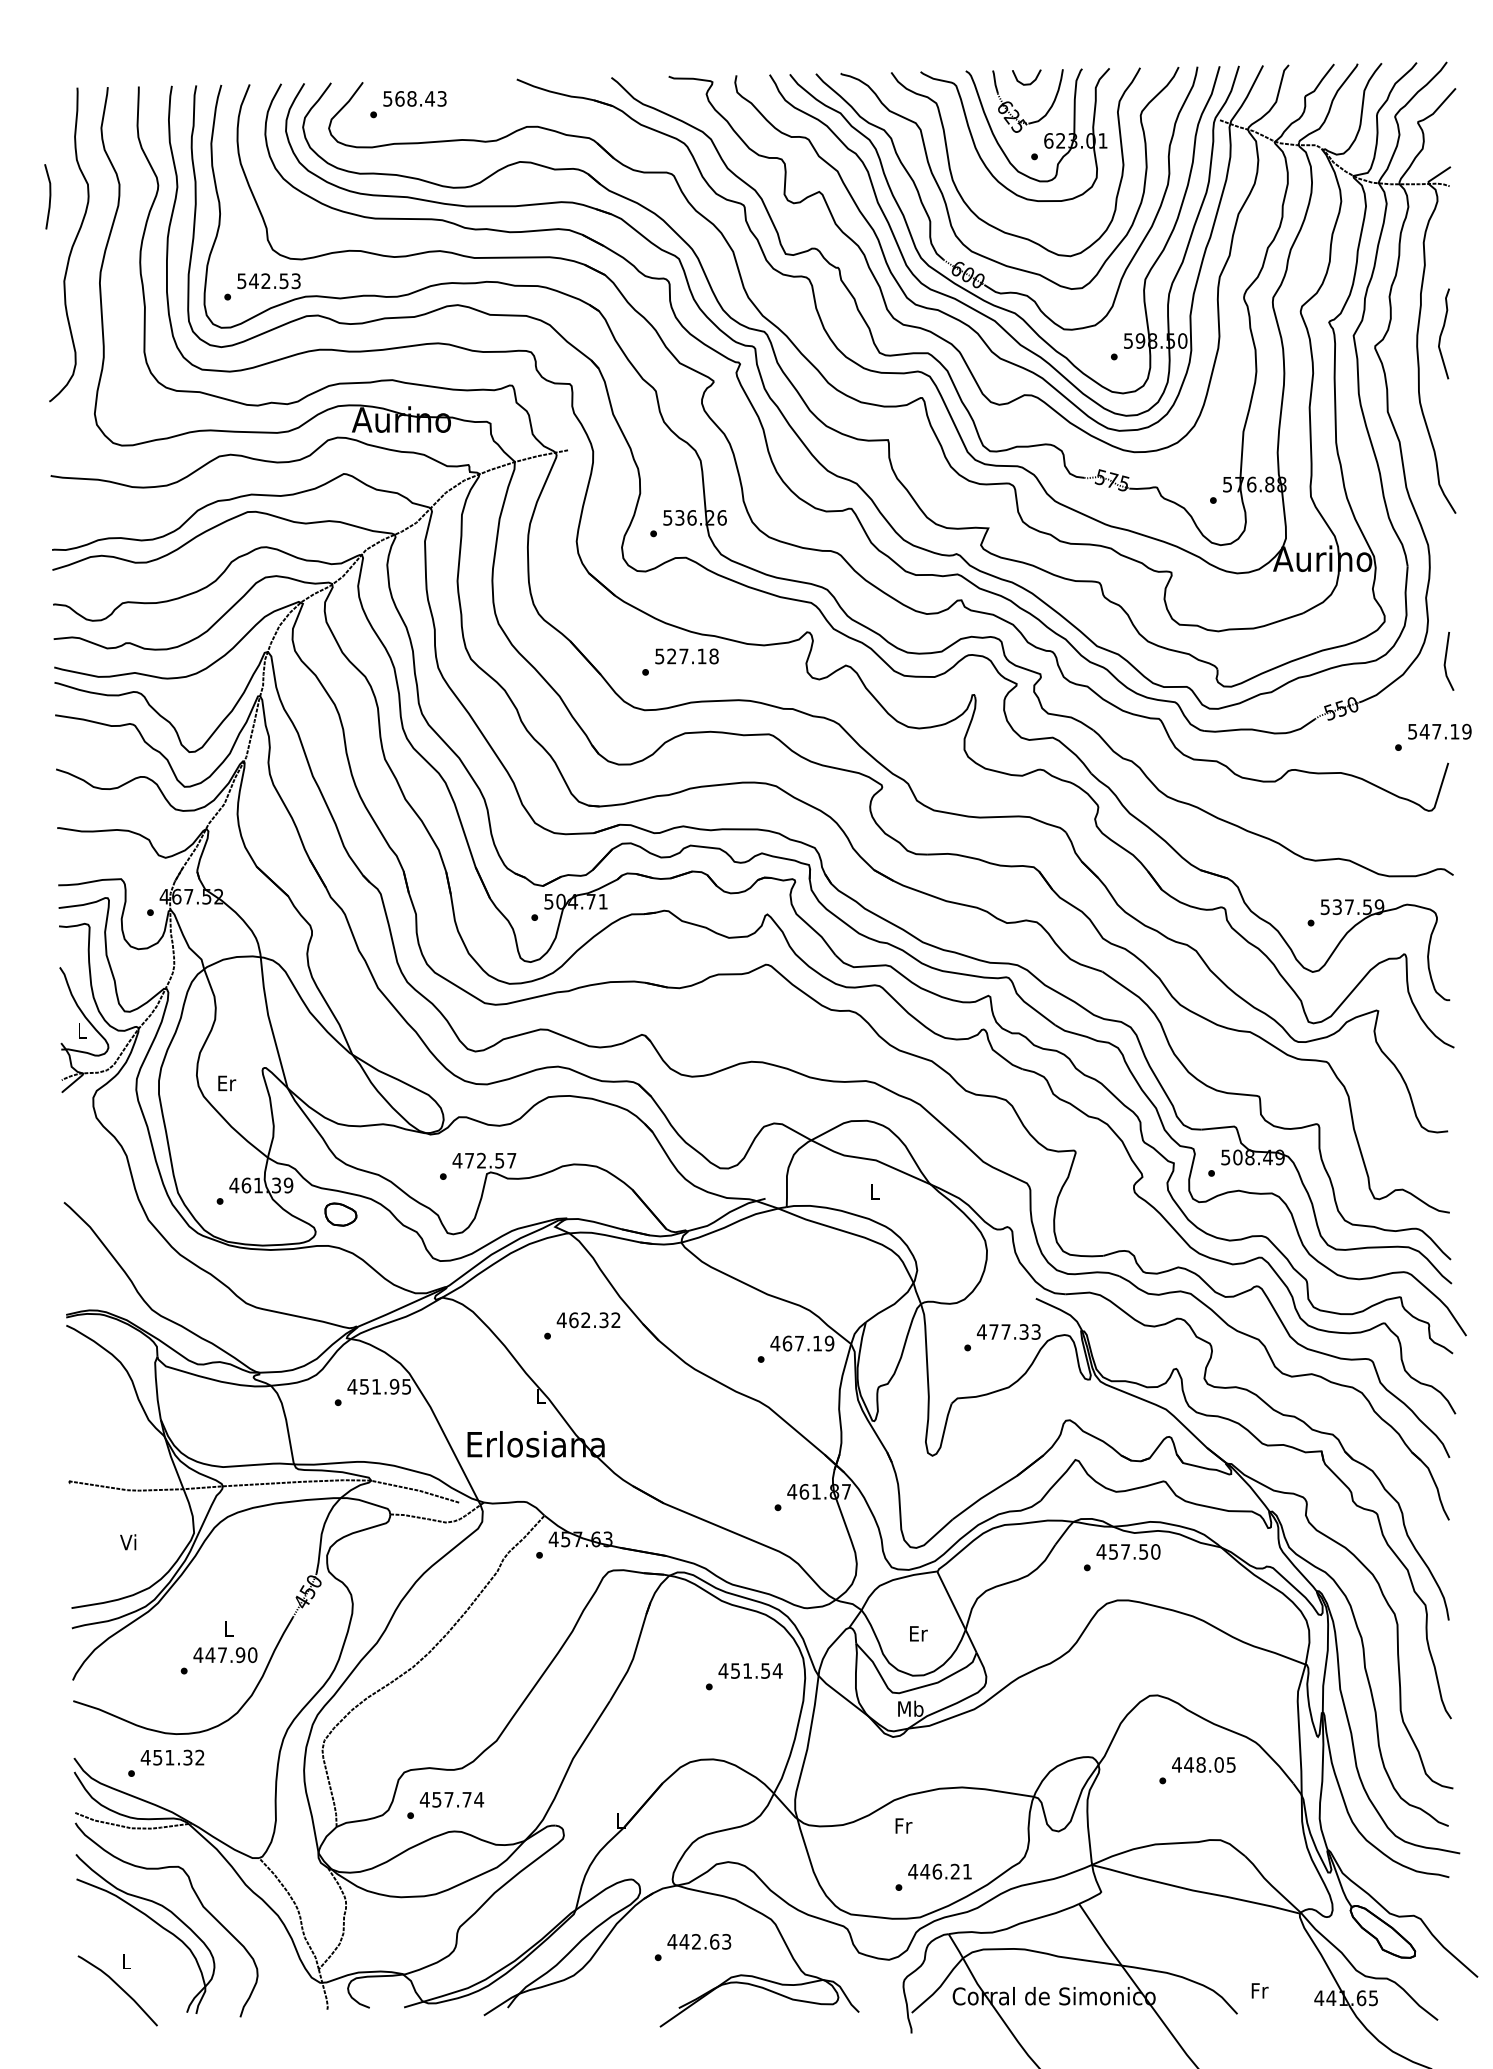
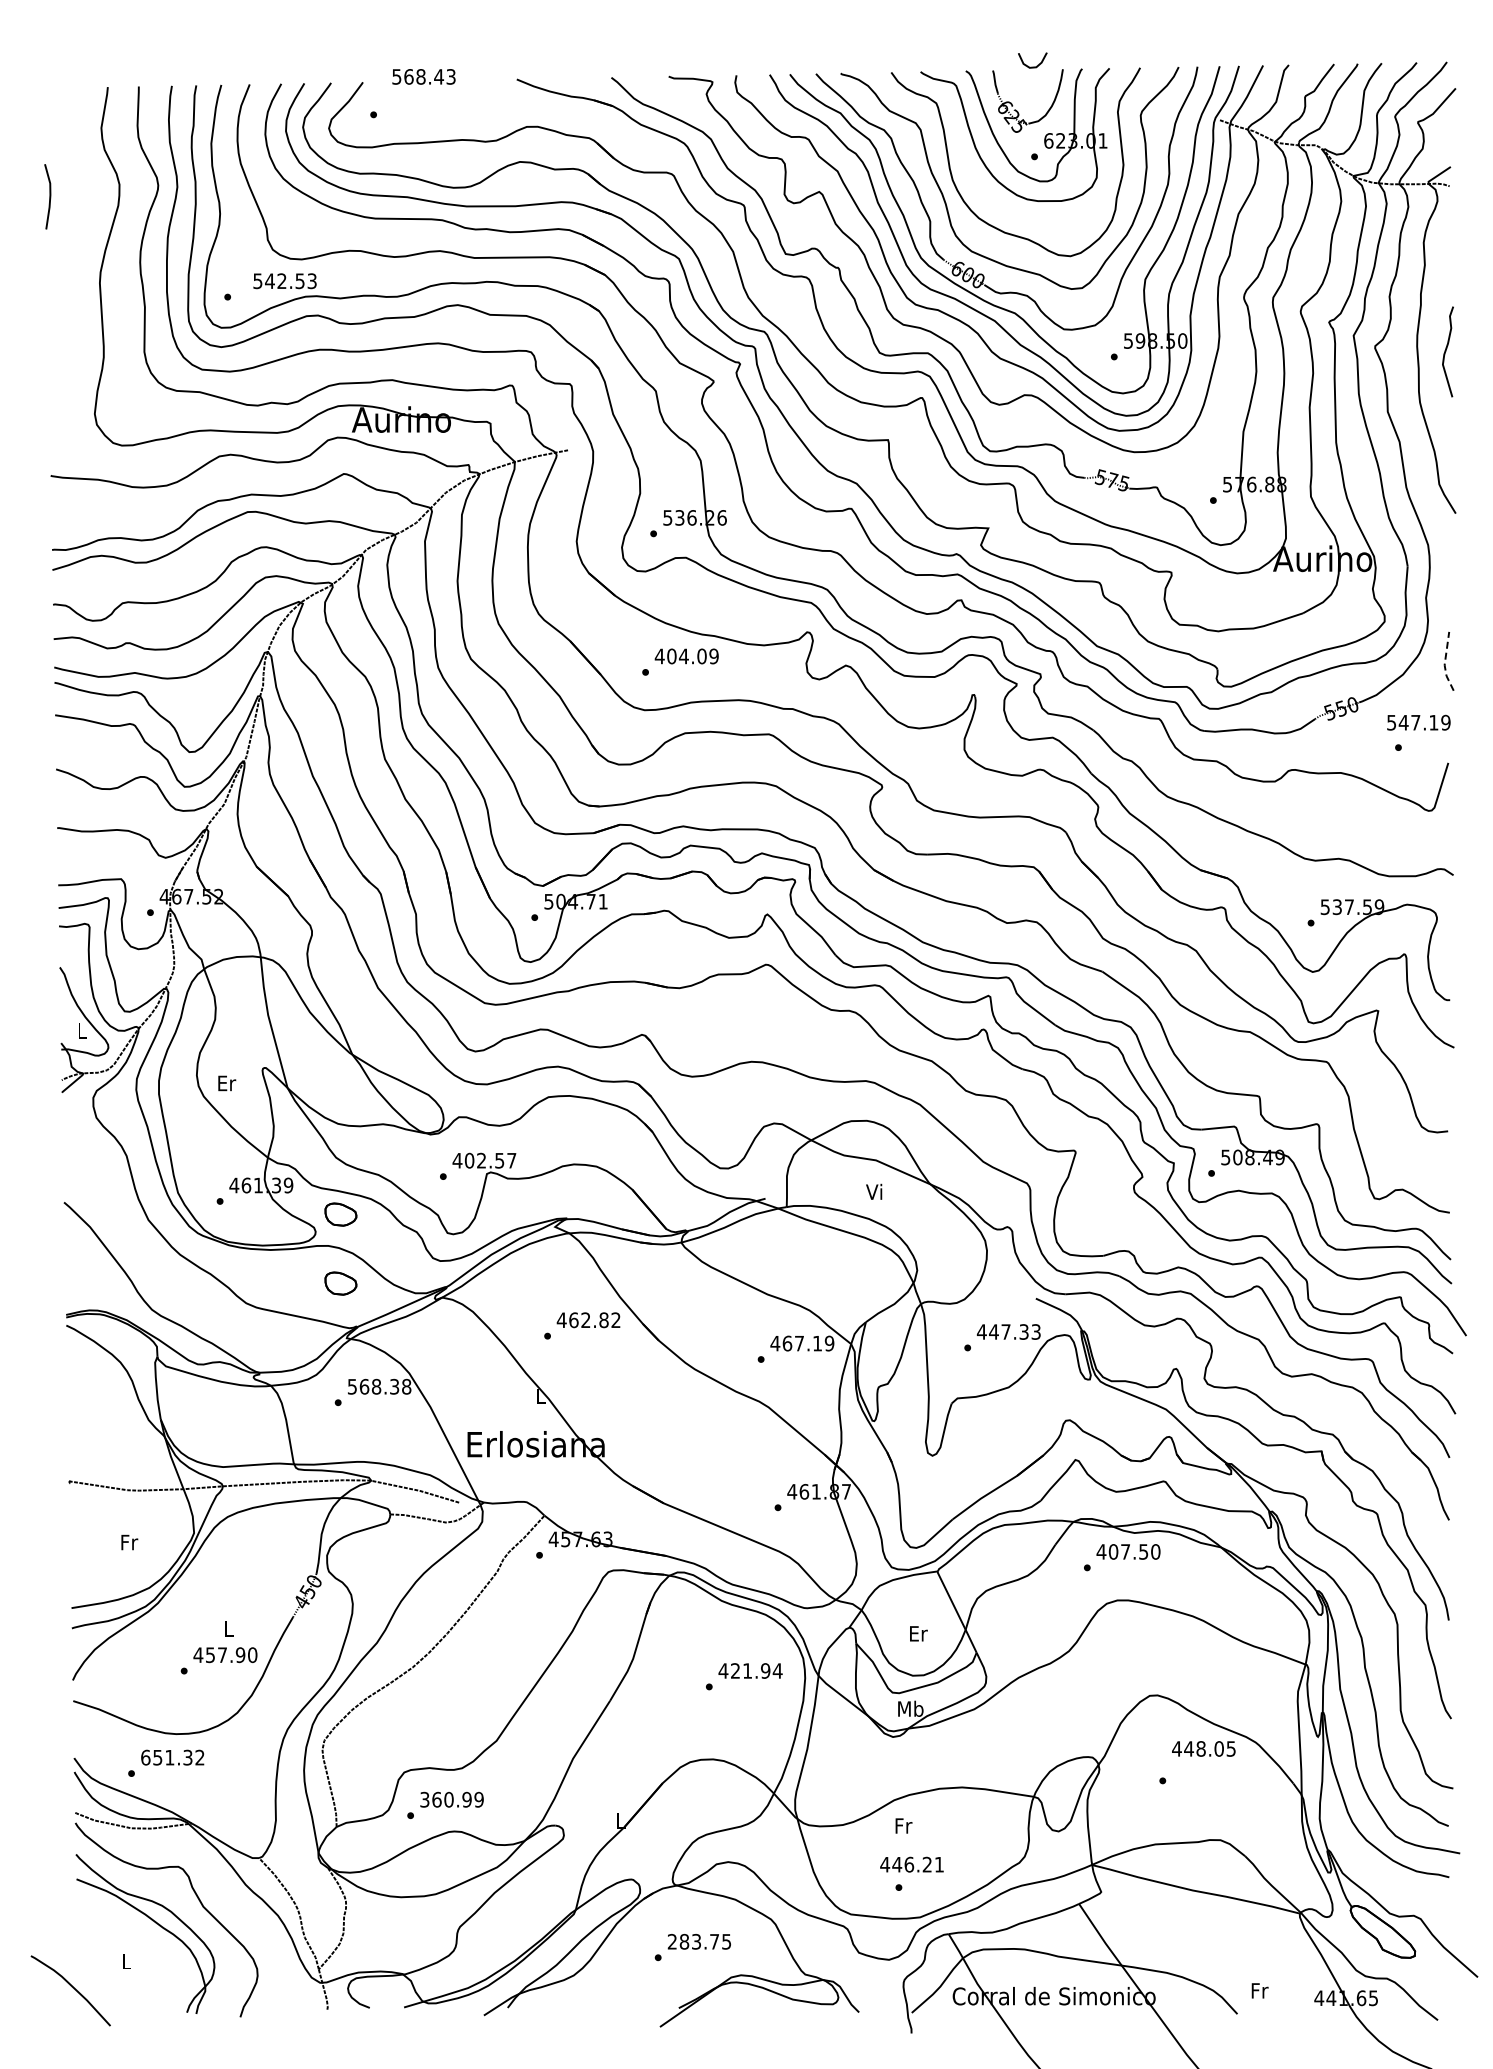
curve at (1026, 83) position: (1026, 83) -> (1032, 66)
text at (414, 98) position: (414, 98) -> (423, 76)
curve at (71, 246): present -> none
text at (268, 281) position: (268, 281) -> (284, 281)
curve at (1442, 333) position: (1442, 333) -> (1446, 351)
text at (686, 656): 527.18 -> 404.09
line at (1444, 663): solid -> dashed
text at (1439, 731) position: (1439, 731) -> (1418, 722)
text at (469, 1160): 472.57 -> 402.57
text at (874, 1191): L -> Vi
part at (340, 1283): none -> present
text at (603, 1320): 462.32 -> 462.82
text at (993, 1331): 477.33 -> 447.33
text at (379, 1386): 451.95 -> 568.38
text at (129, 1542): Vi -> Fr
text at (1113, 1551): 457.50 -> 407.50
text at (210, 1655): 447.90 -> 457.90
text at (750, 1670): 451.54 -> 421.94
text at (145, 1757): 451.32 -> 651.32
text at (1203, 1764) position: (1203, 1764) -> (1203, 1748)
text at (451, 1799): 457.74 -> 360.99
text at (939, 1871) position: (939, 1871) -> (911, 1864)
text at (699, 1941): 442.63 -> 283.75
curve at (118, 1987) position: (118, 1987) -> (71, 1987)
